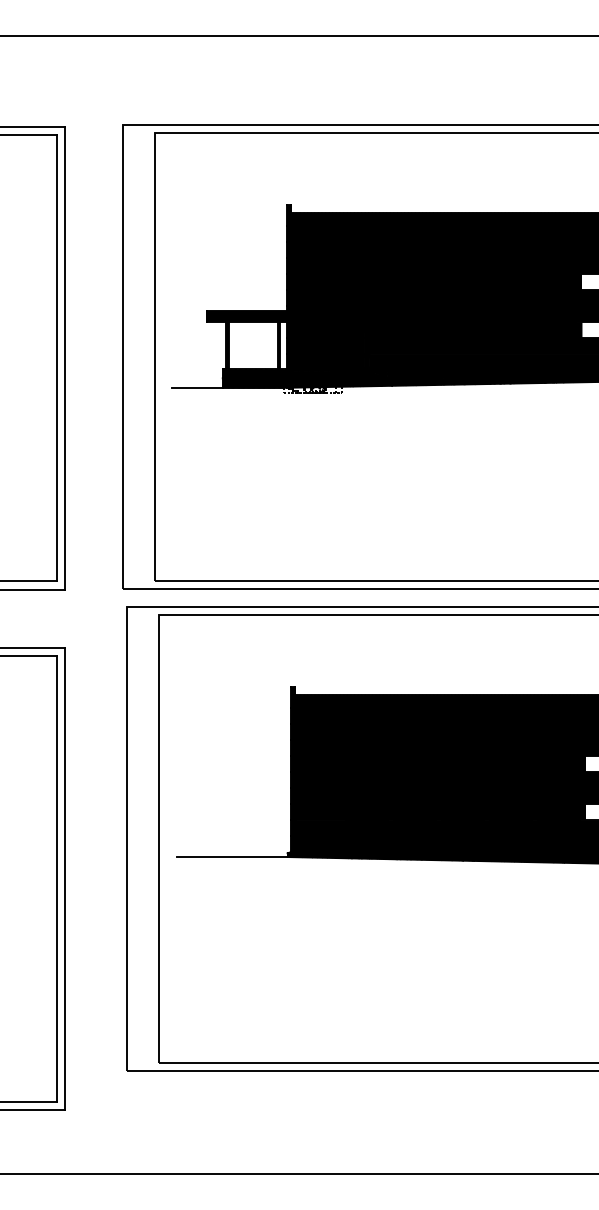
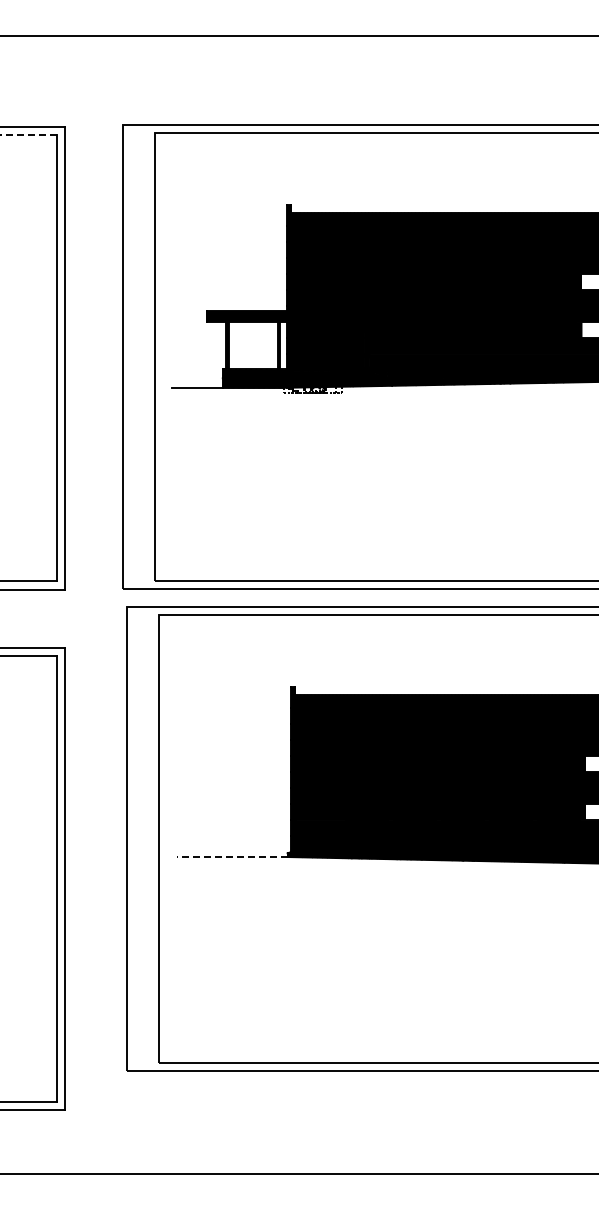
line at (28, 134): solid -> dashed
line at (231, 857): solid -> dashed
